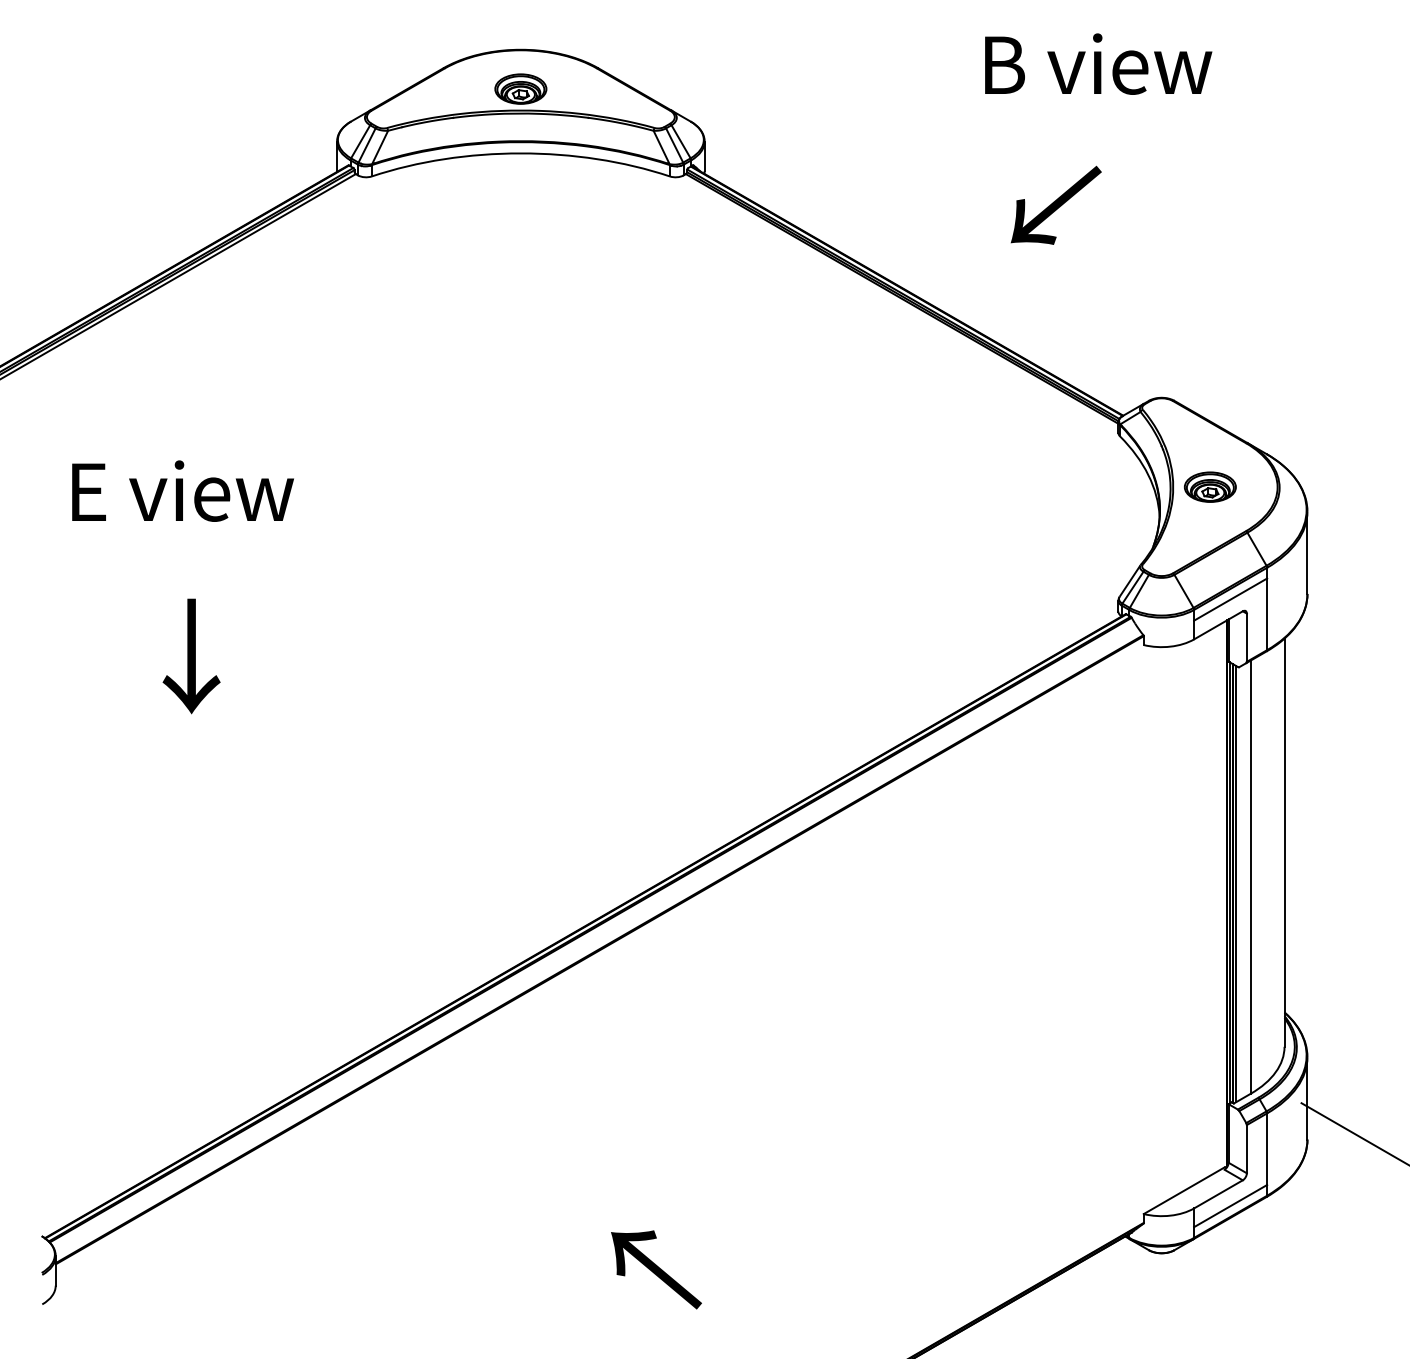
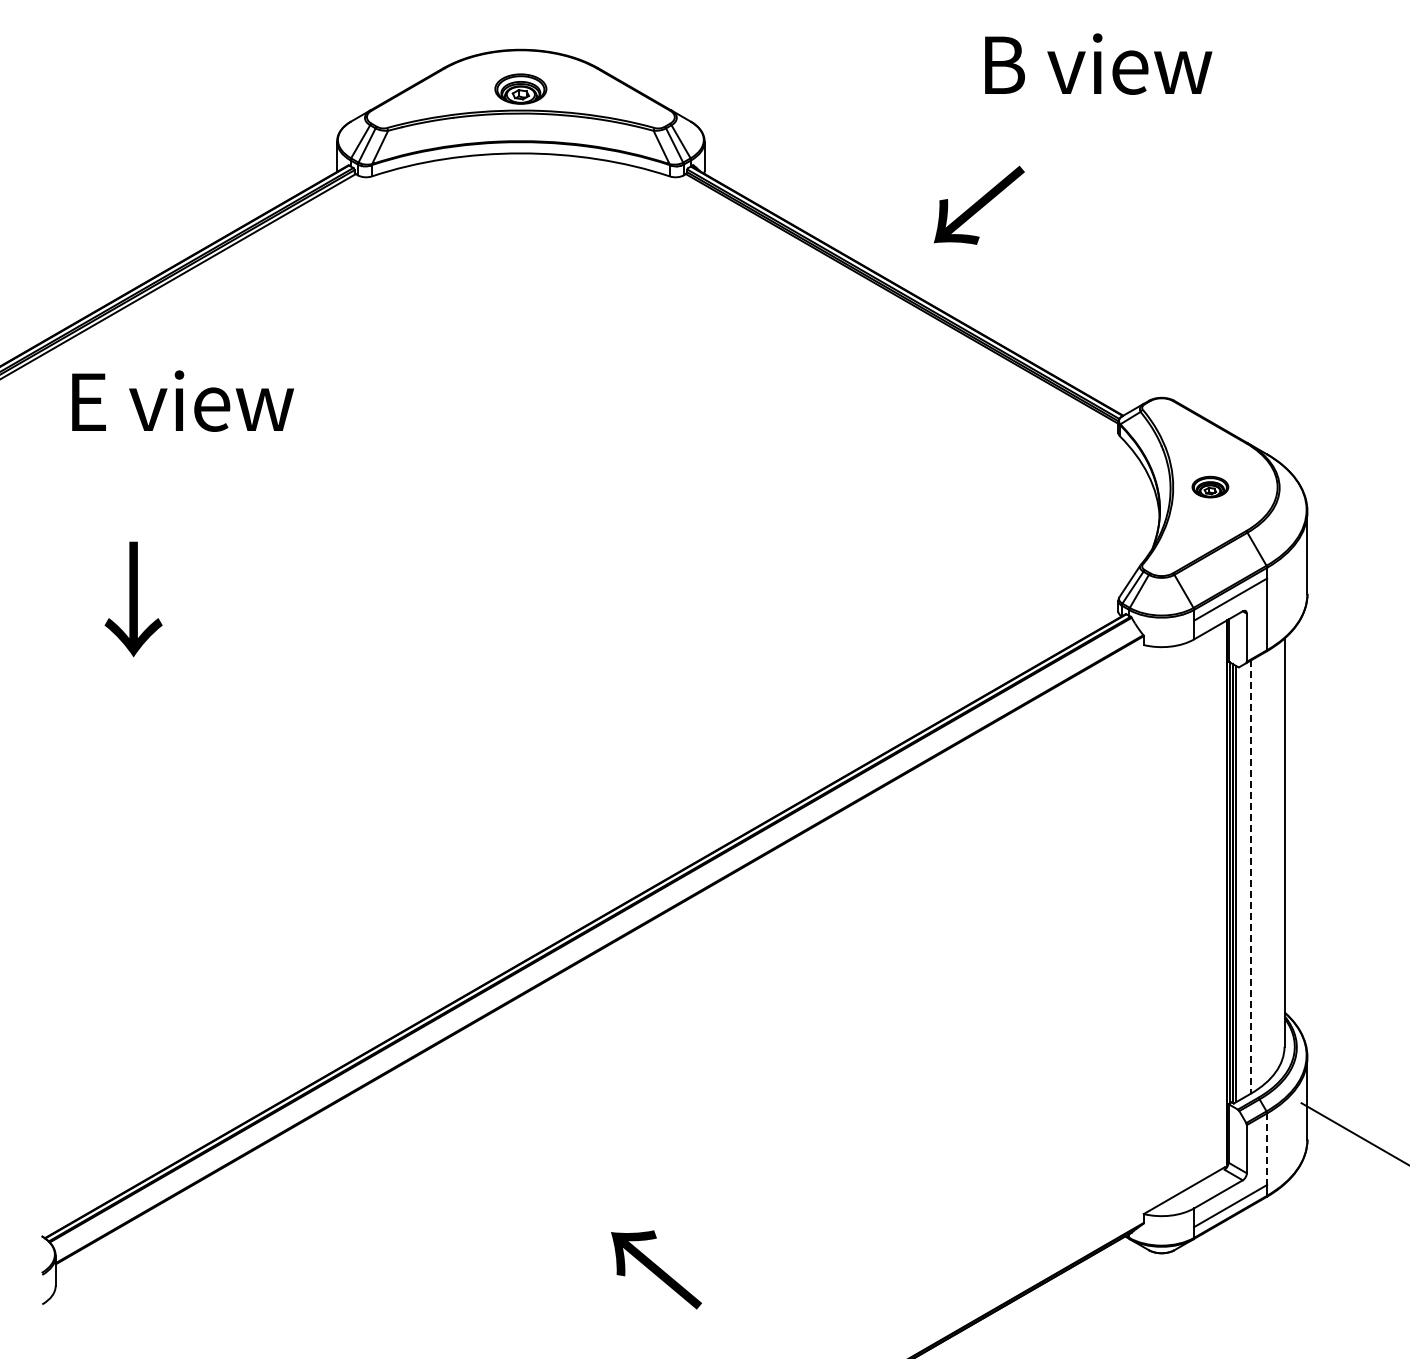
text at (1055, 204) position: (1055, 204) -> (978, 204)
part at (1210, 486) size: 53x32 px -> 39x24 px
text at (182, 490) position: (182, 490) -> (182, 400)
text at (191, 656) position: (191, 656) -> (133, 599)
line at (1250, 877): solid -> dashed
line at (1267, 1149): solid -> dashed
